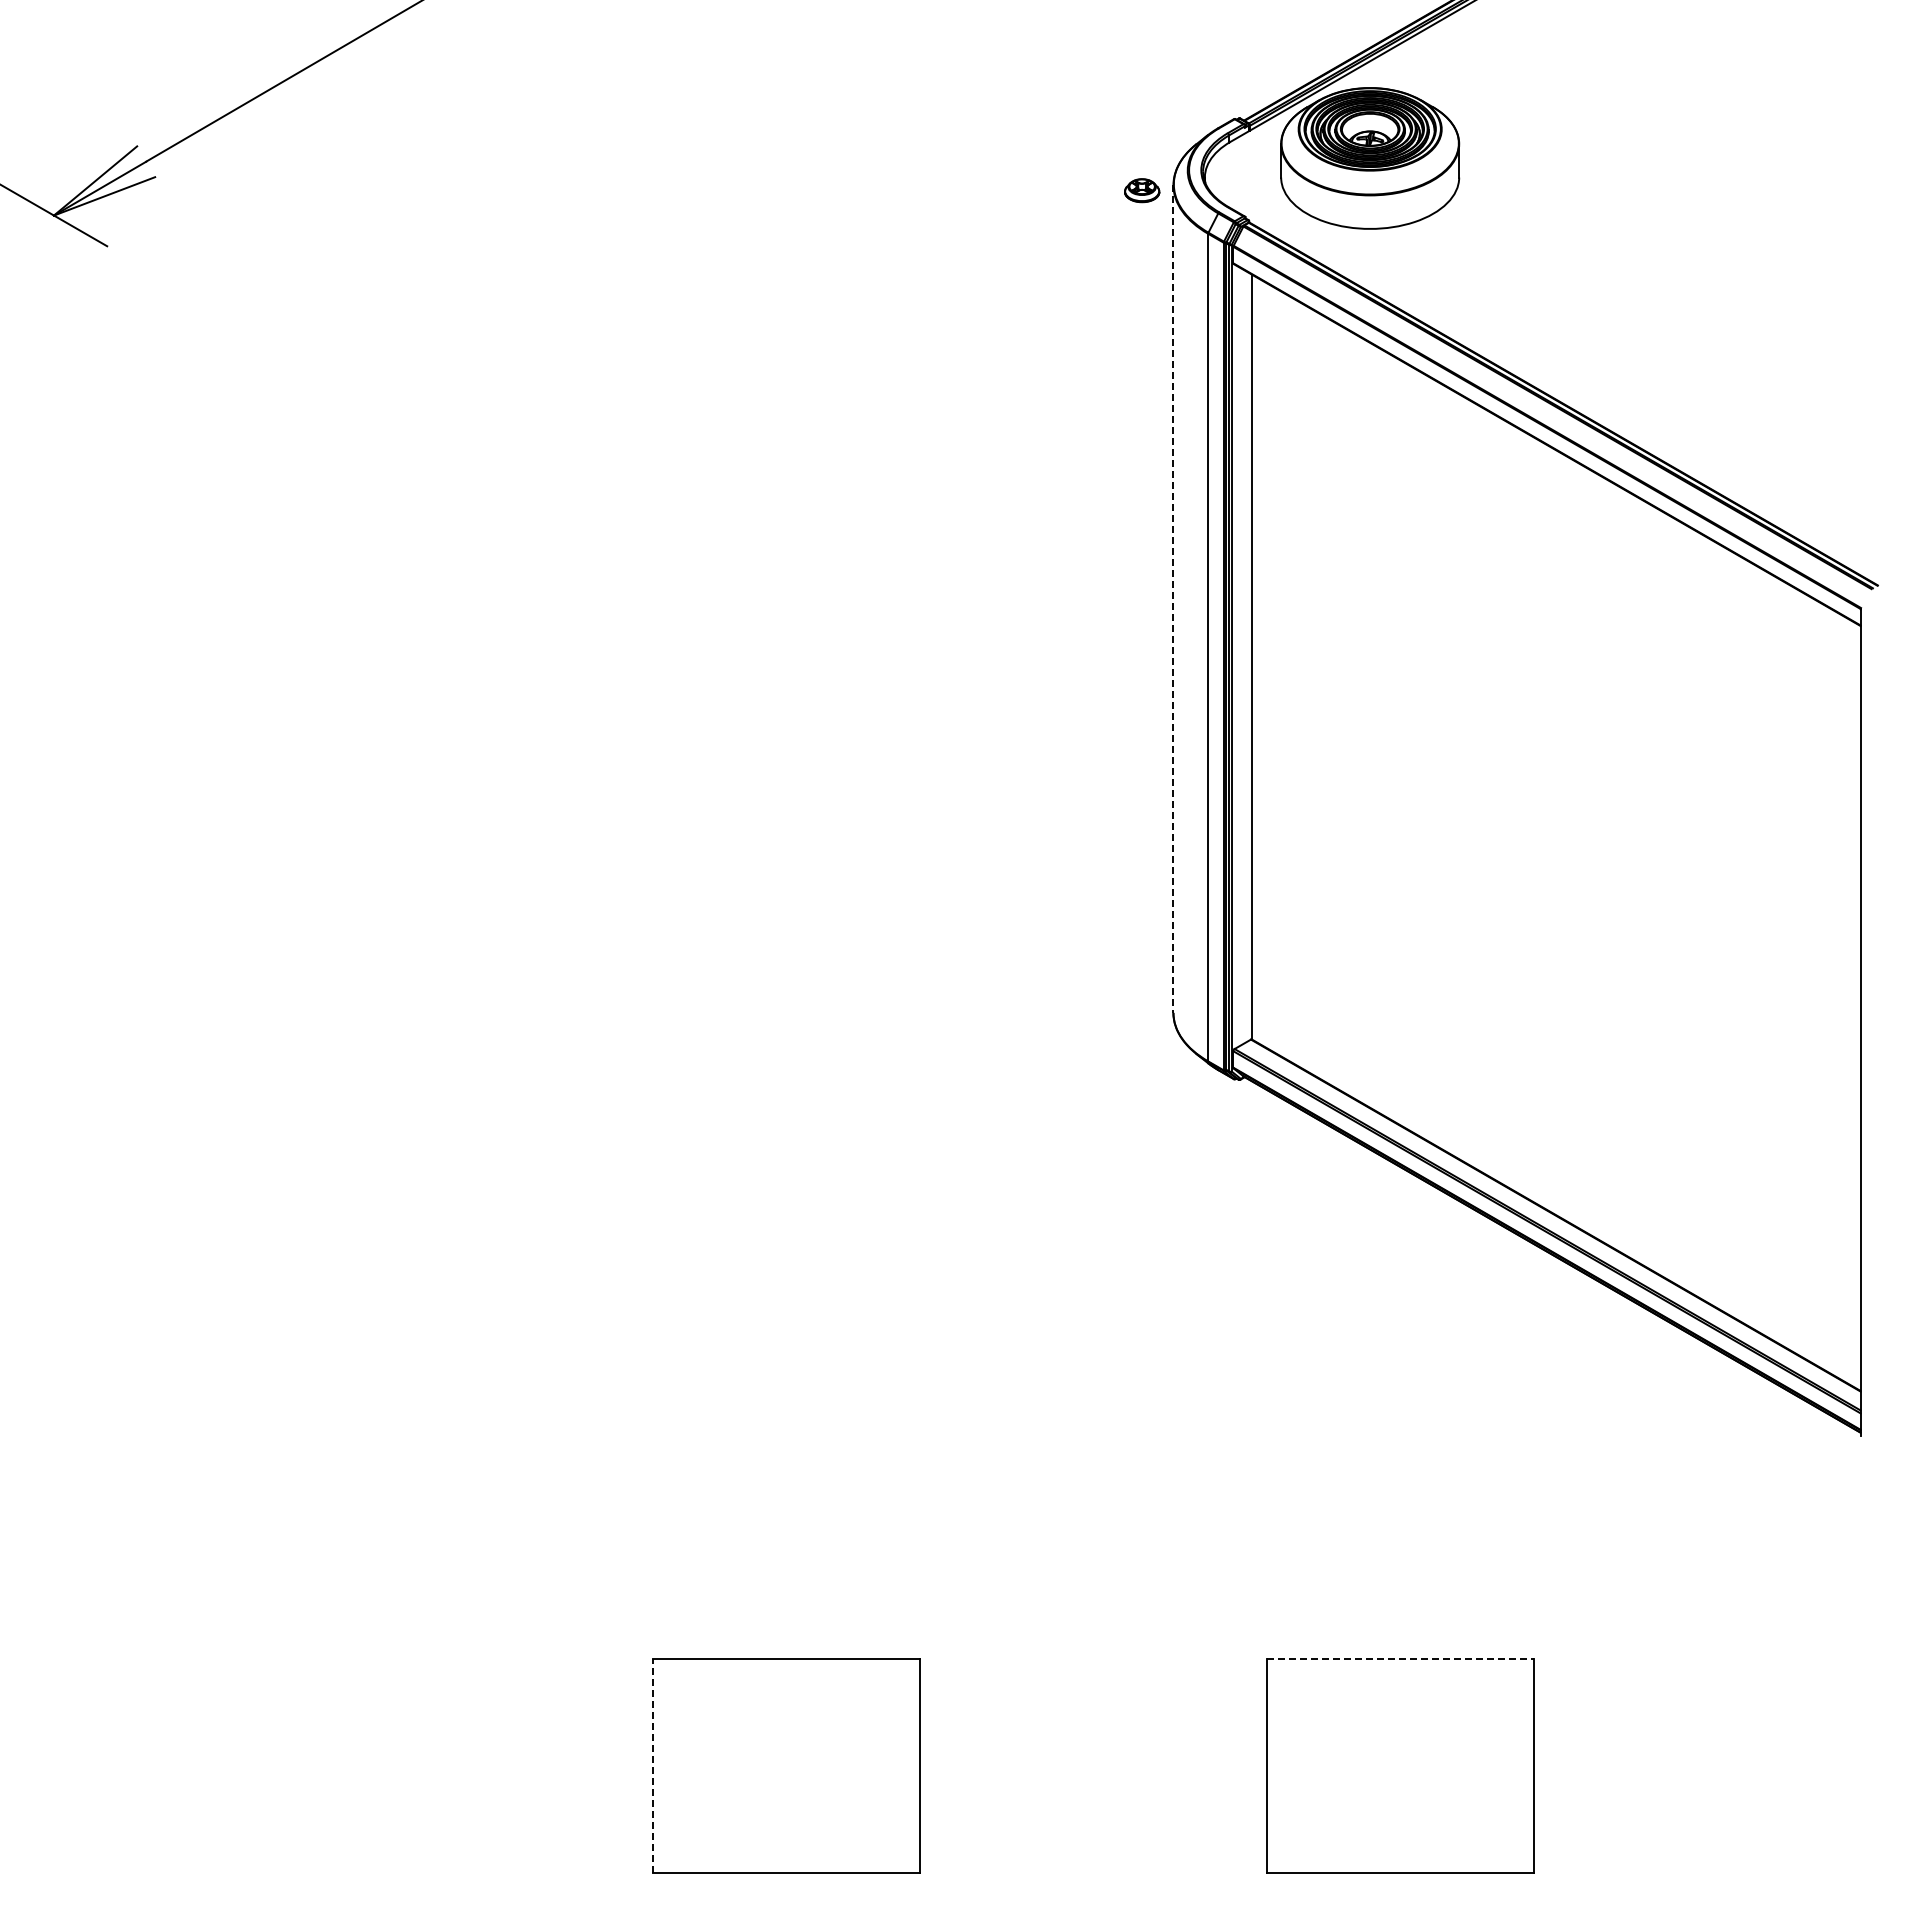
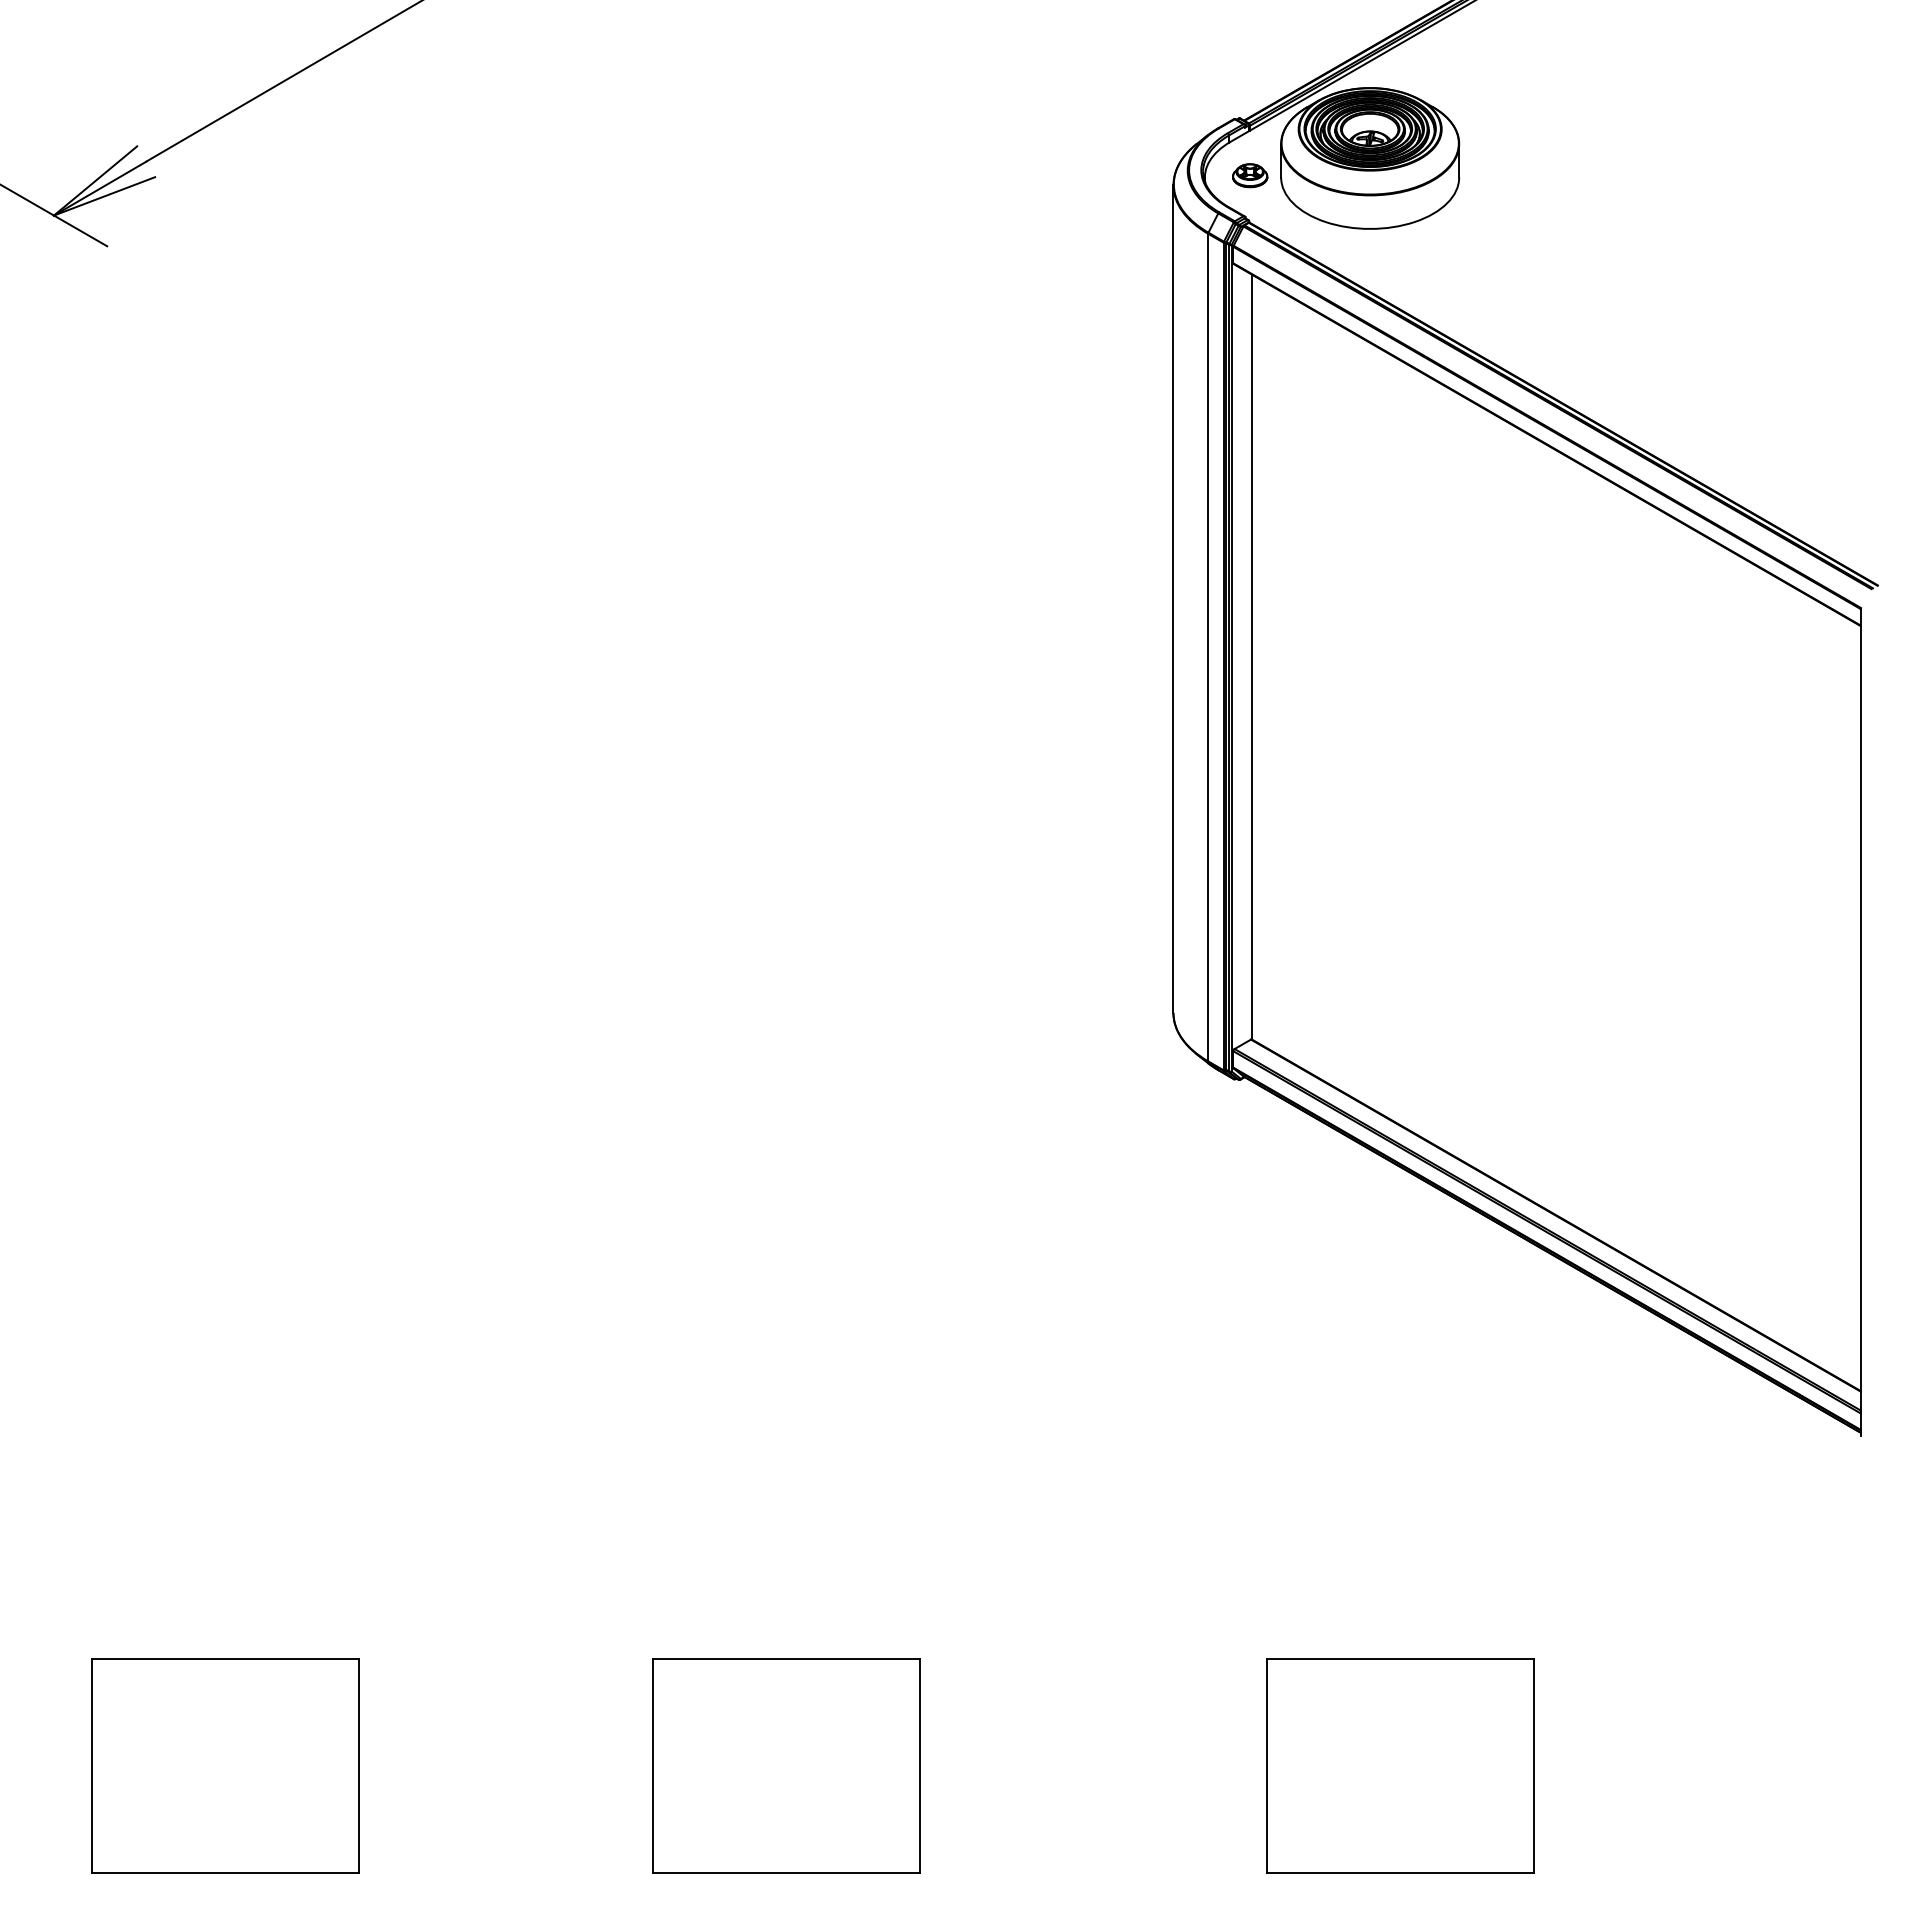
part at (1142, 190) position: (1142, 190) -> (1250, 175)
line at (1173, 599): dashed -> solid
line at (1400, 1659): dashed -> solid
part at (225, 1765): none -> present
line at (652, 1766): dashed -> solid
